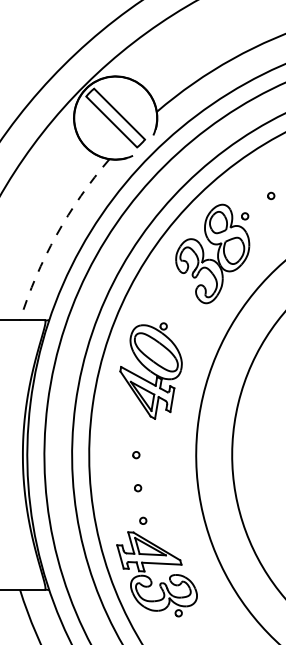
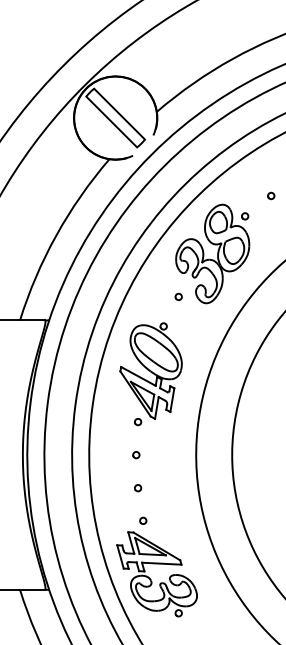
arc at (56, 235): dashed -> solid
part at (178, 296): none -> present
part at (138, 422): none -> present
